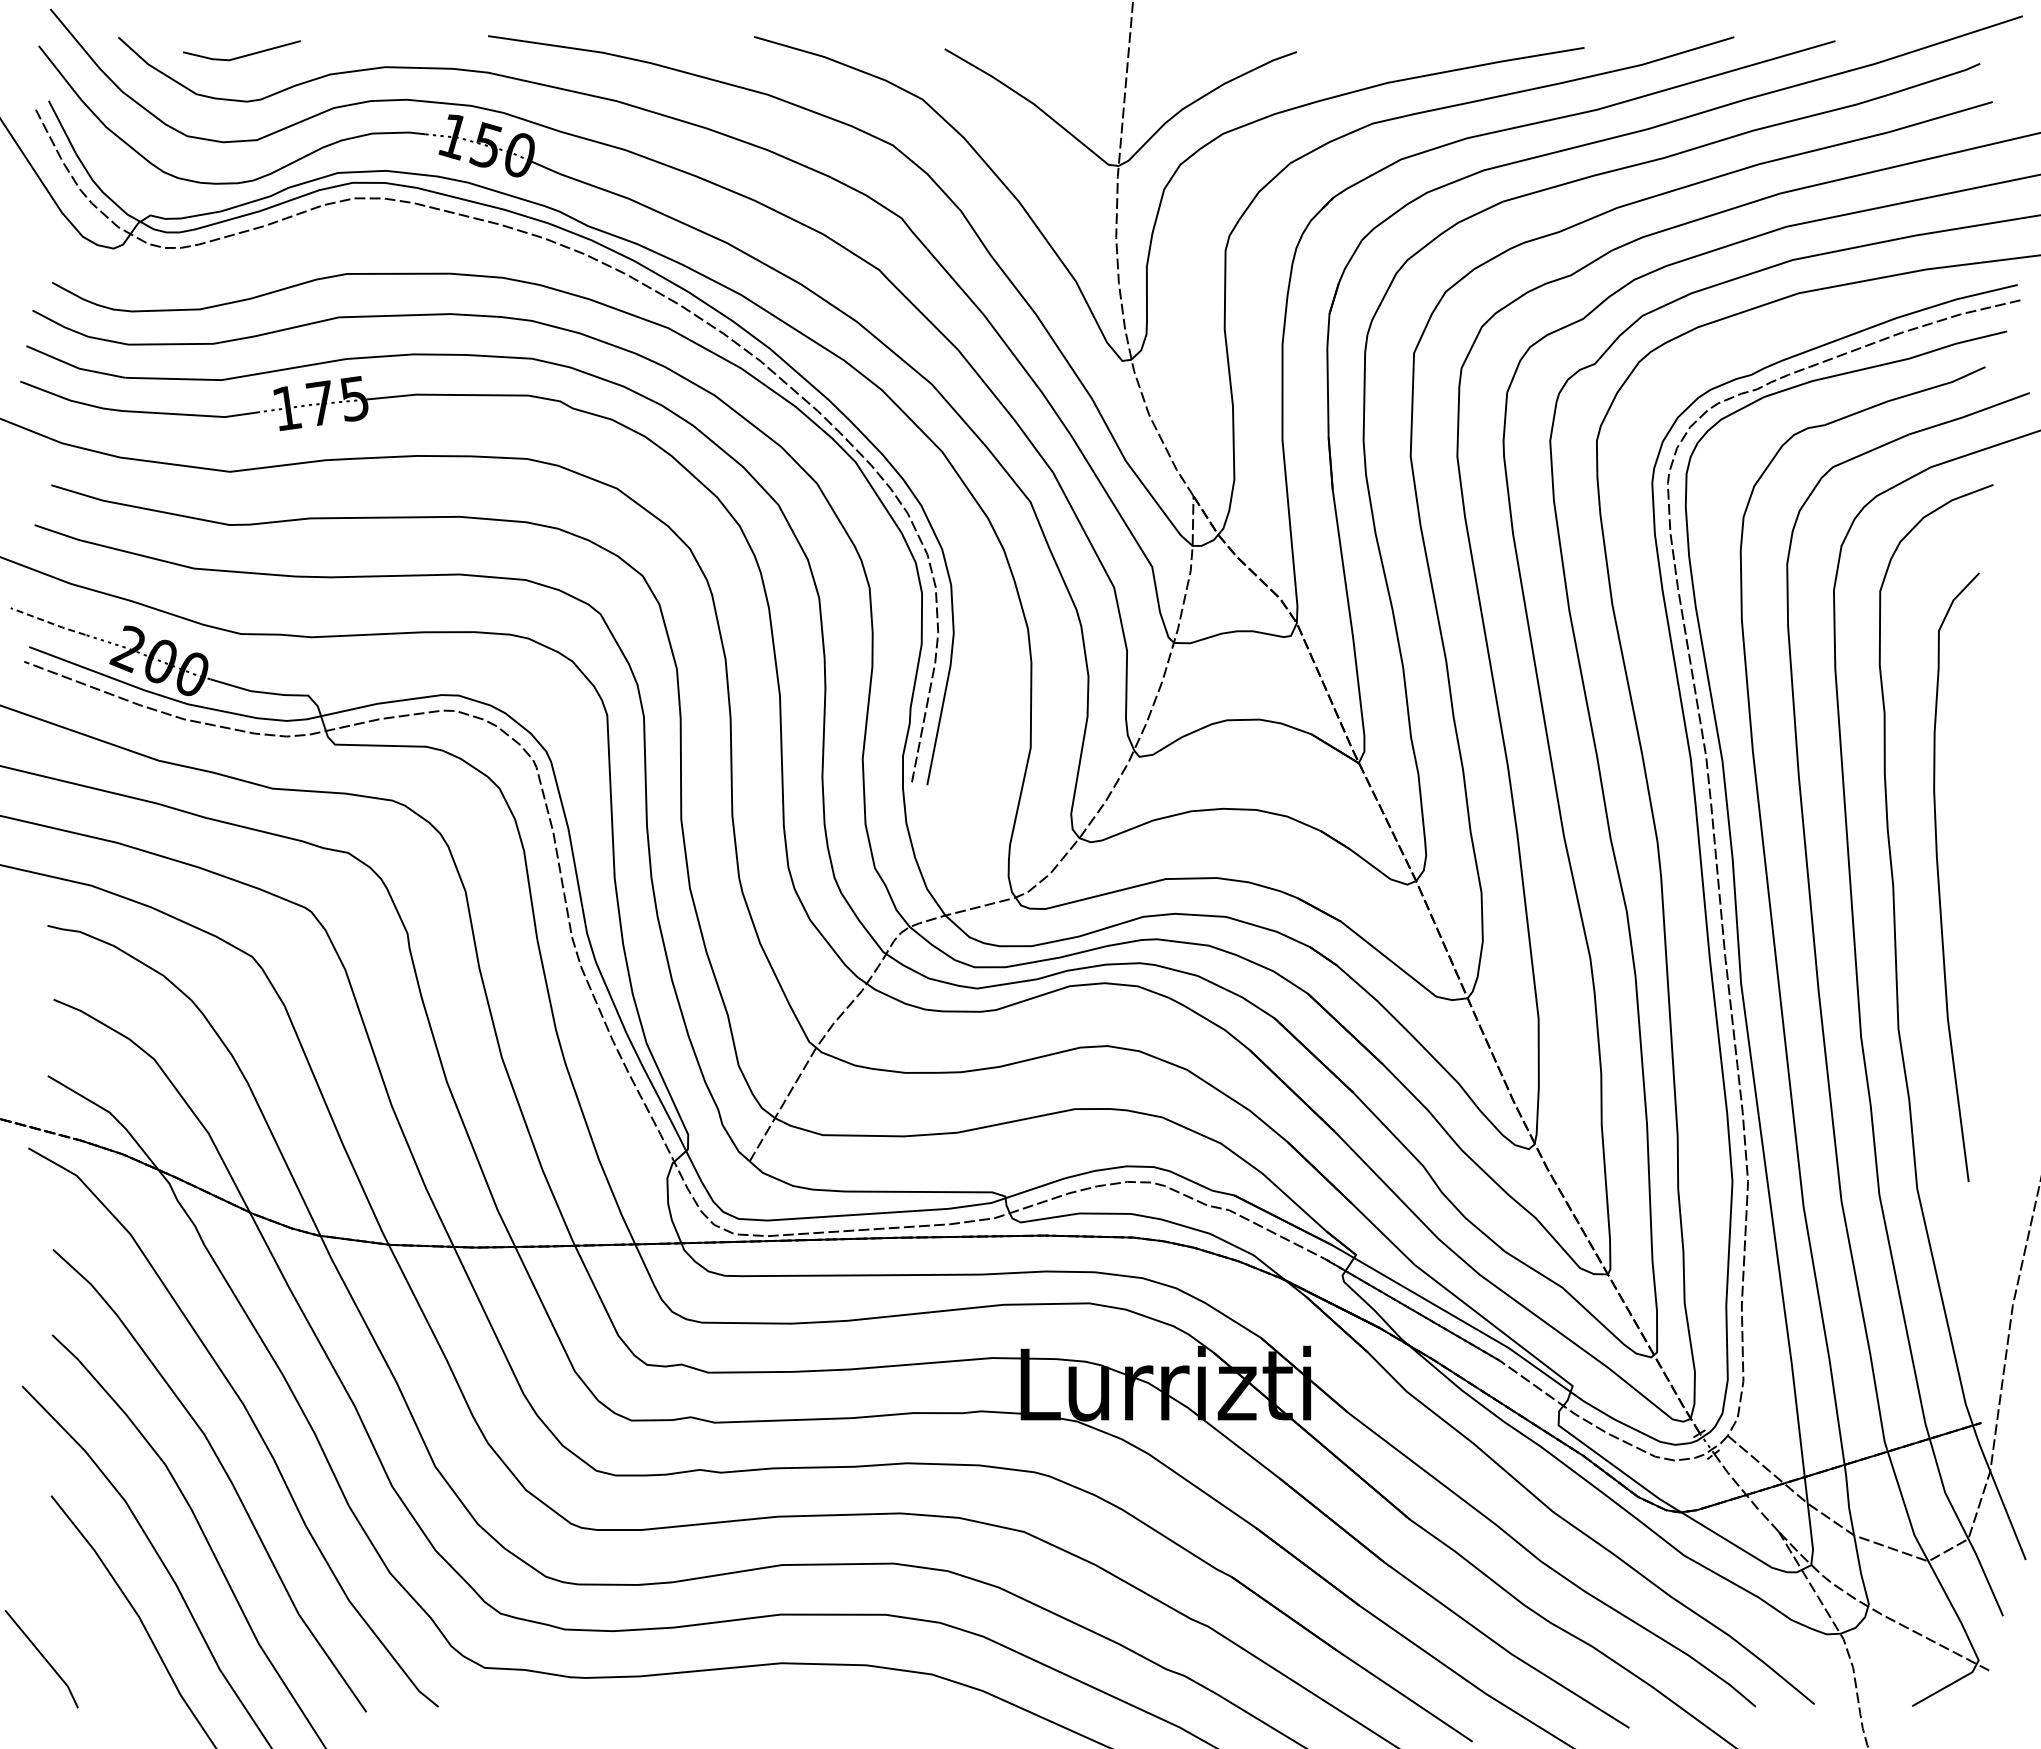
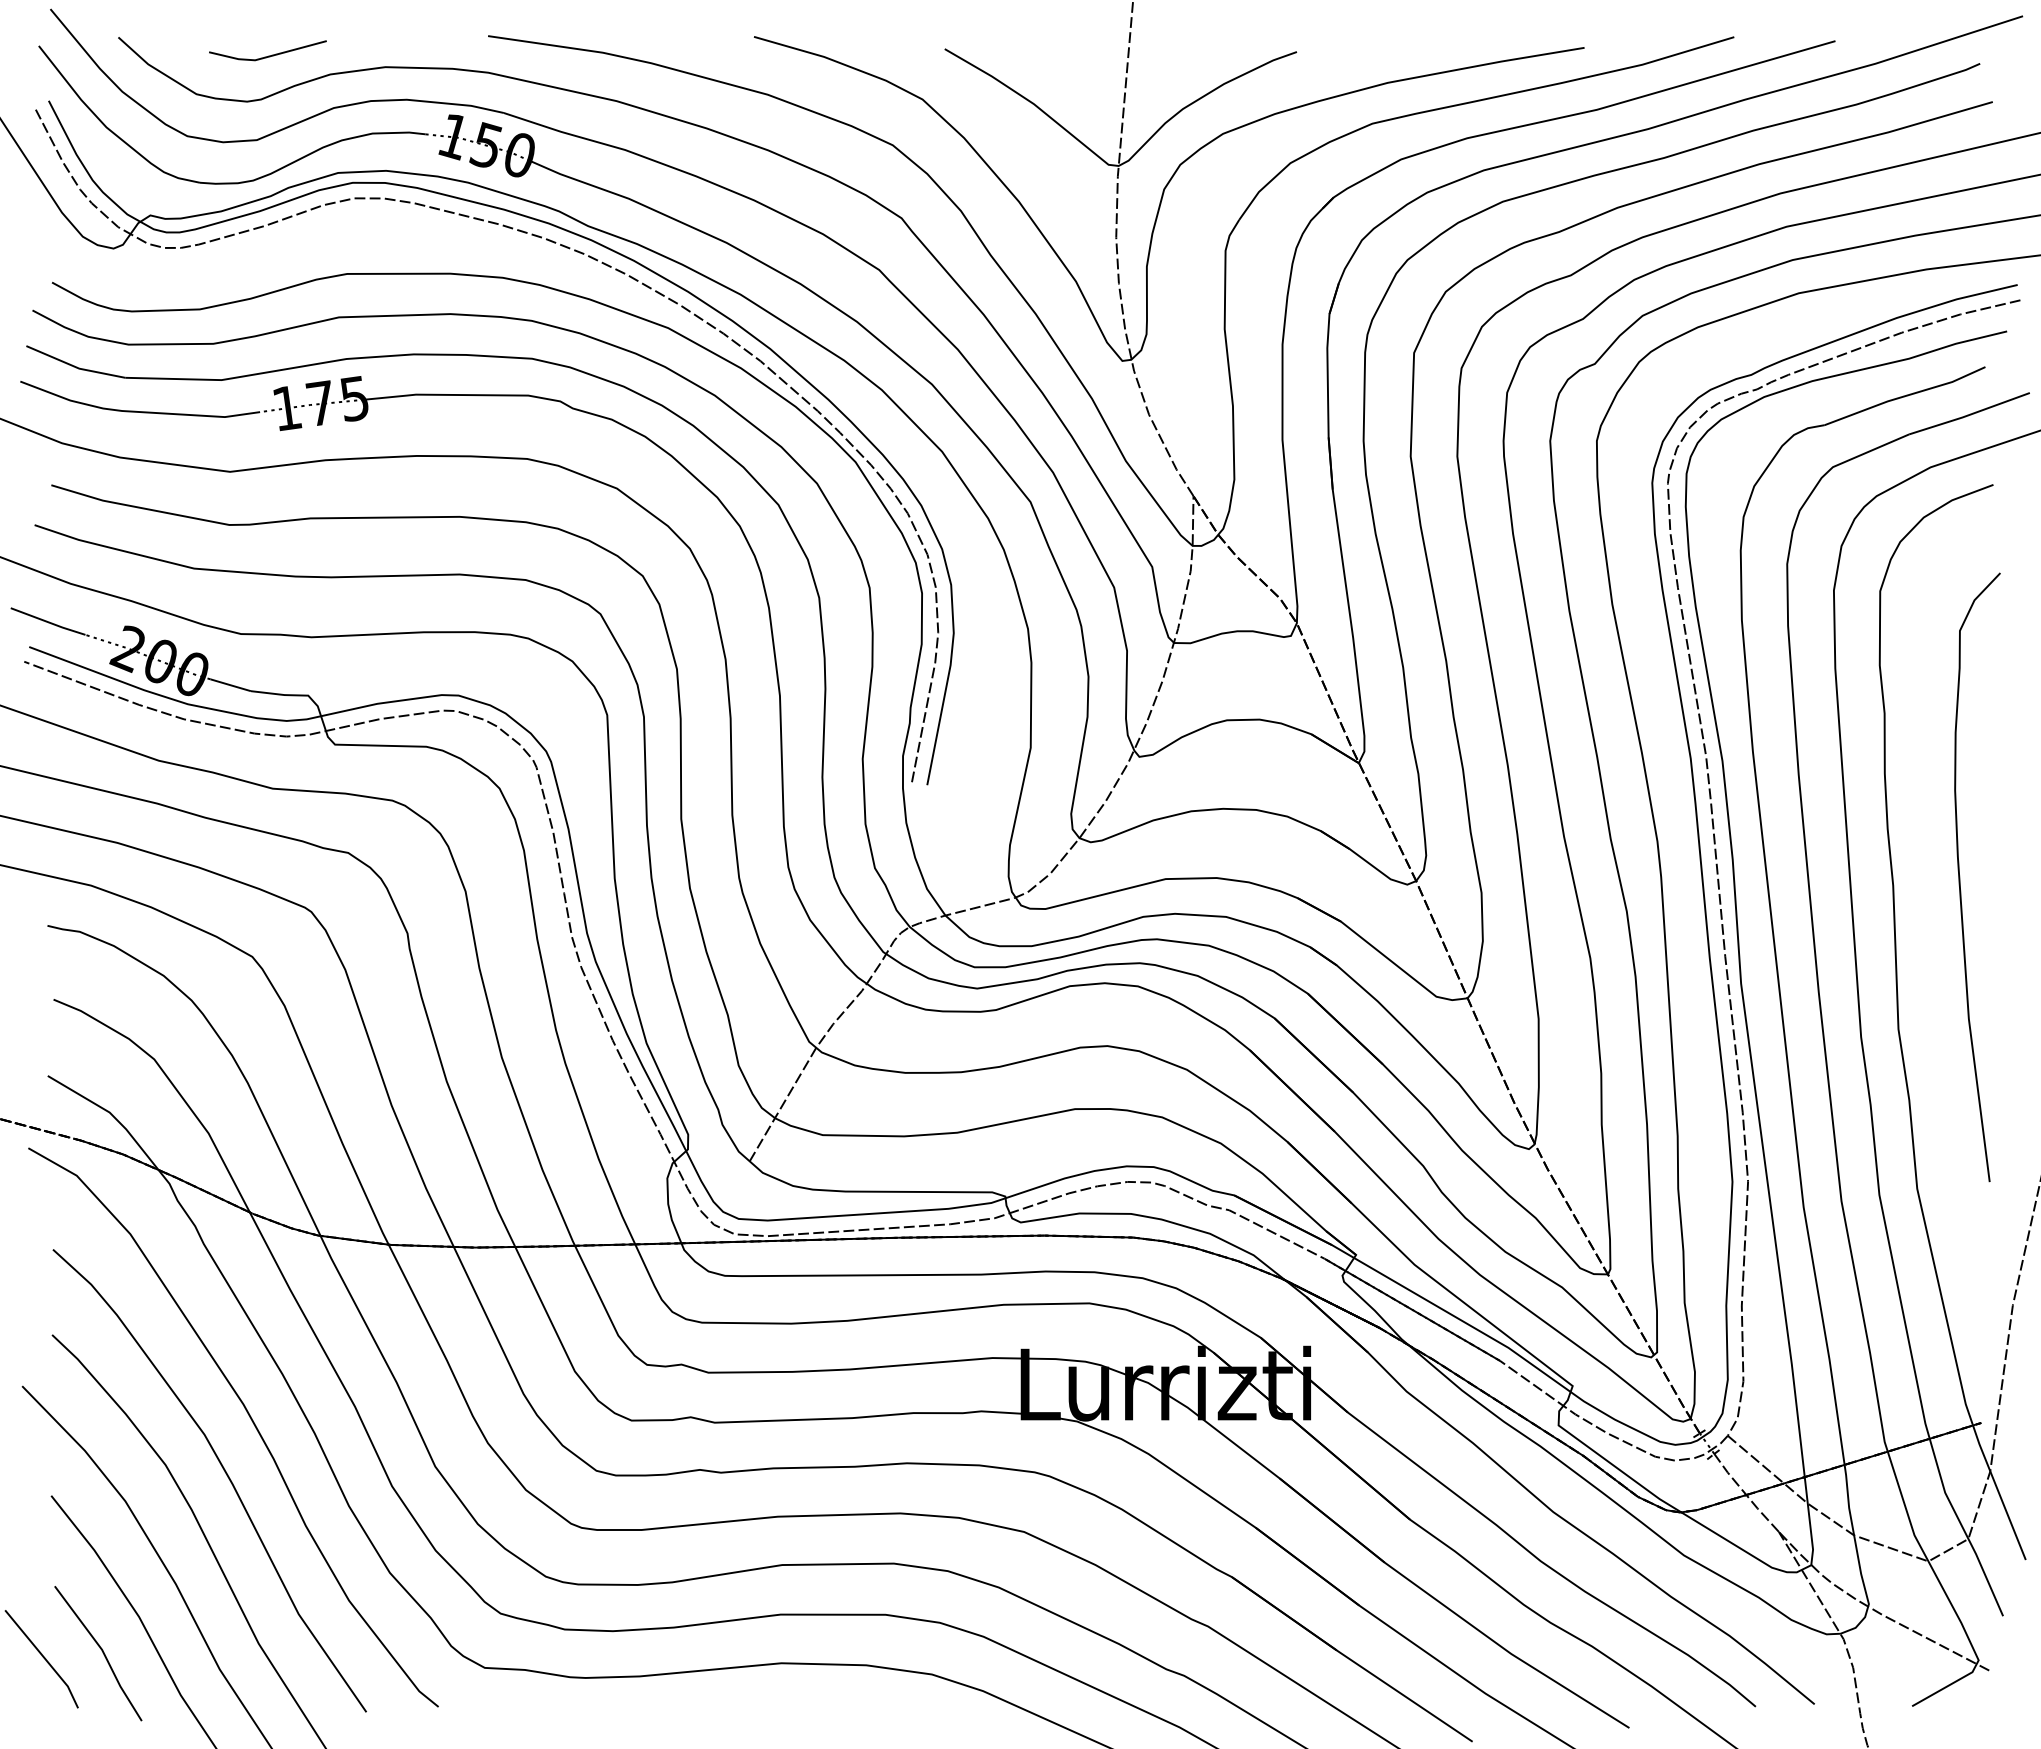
line at (242, 55) position: (242, 55) -> (268, 55)
line at (47, 622): dashed -> solid
curve at (1939, 877) position: (1939, 877) -> (1960, 877)
line at (101, 1651): none -> present
